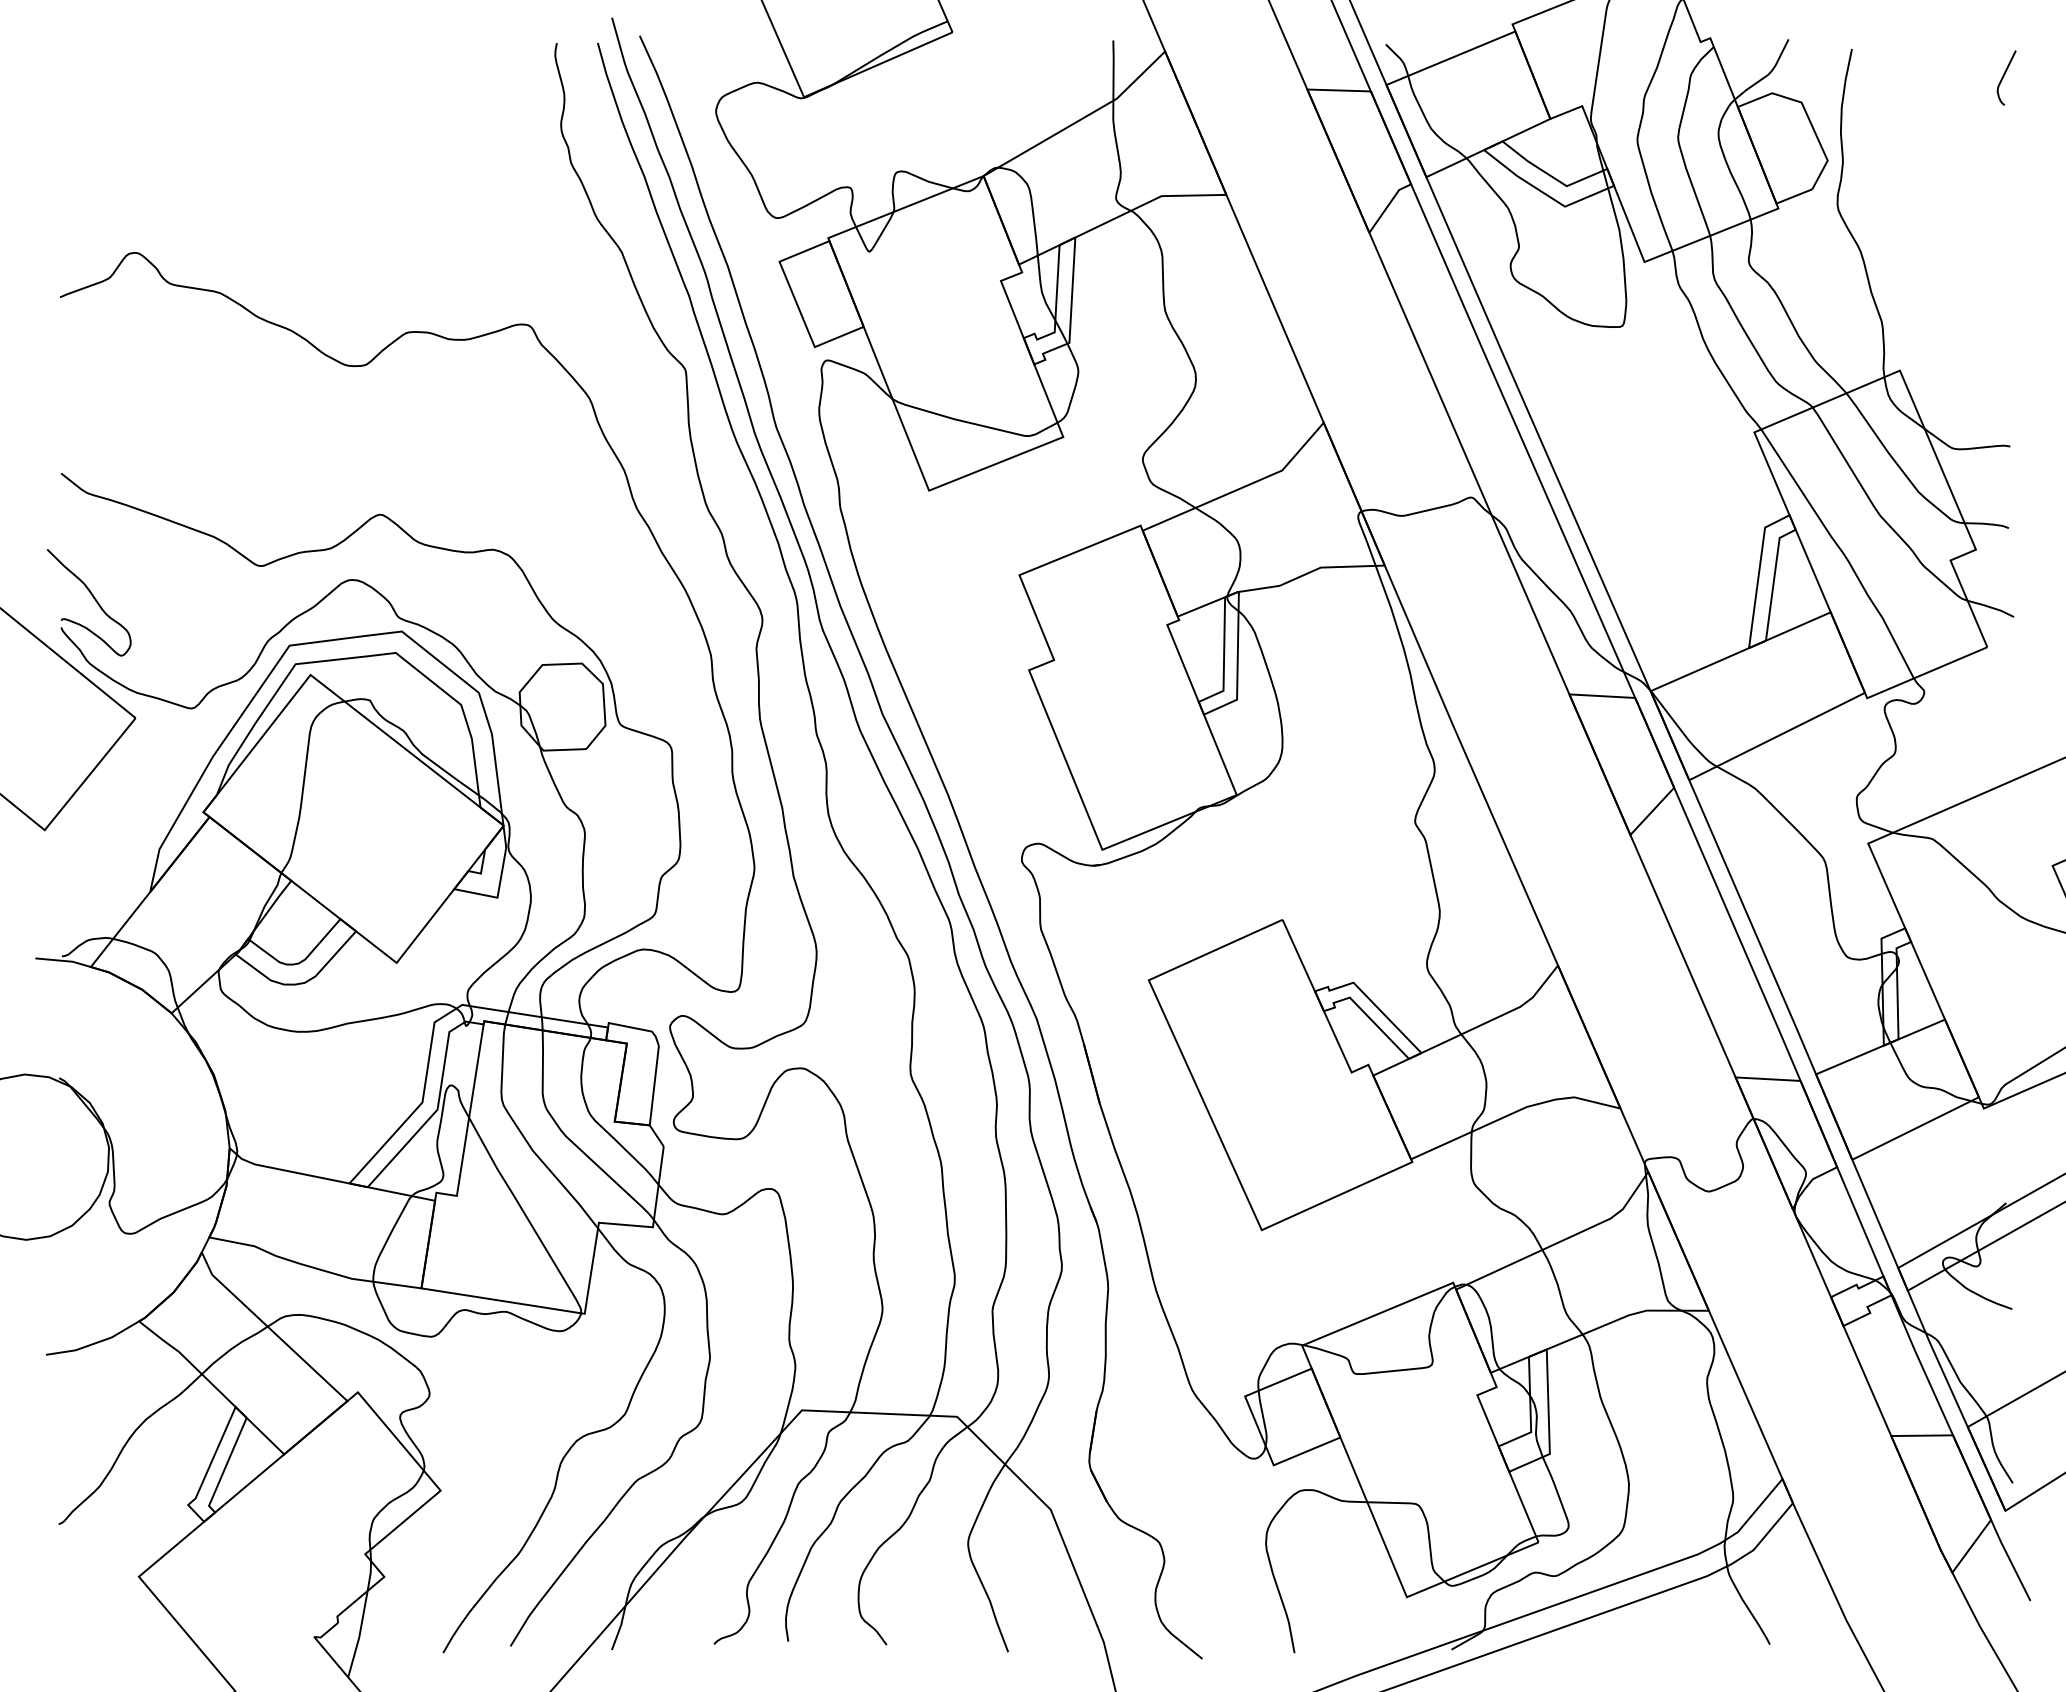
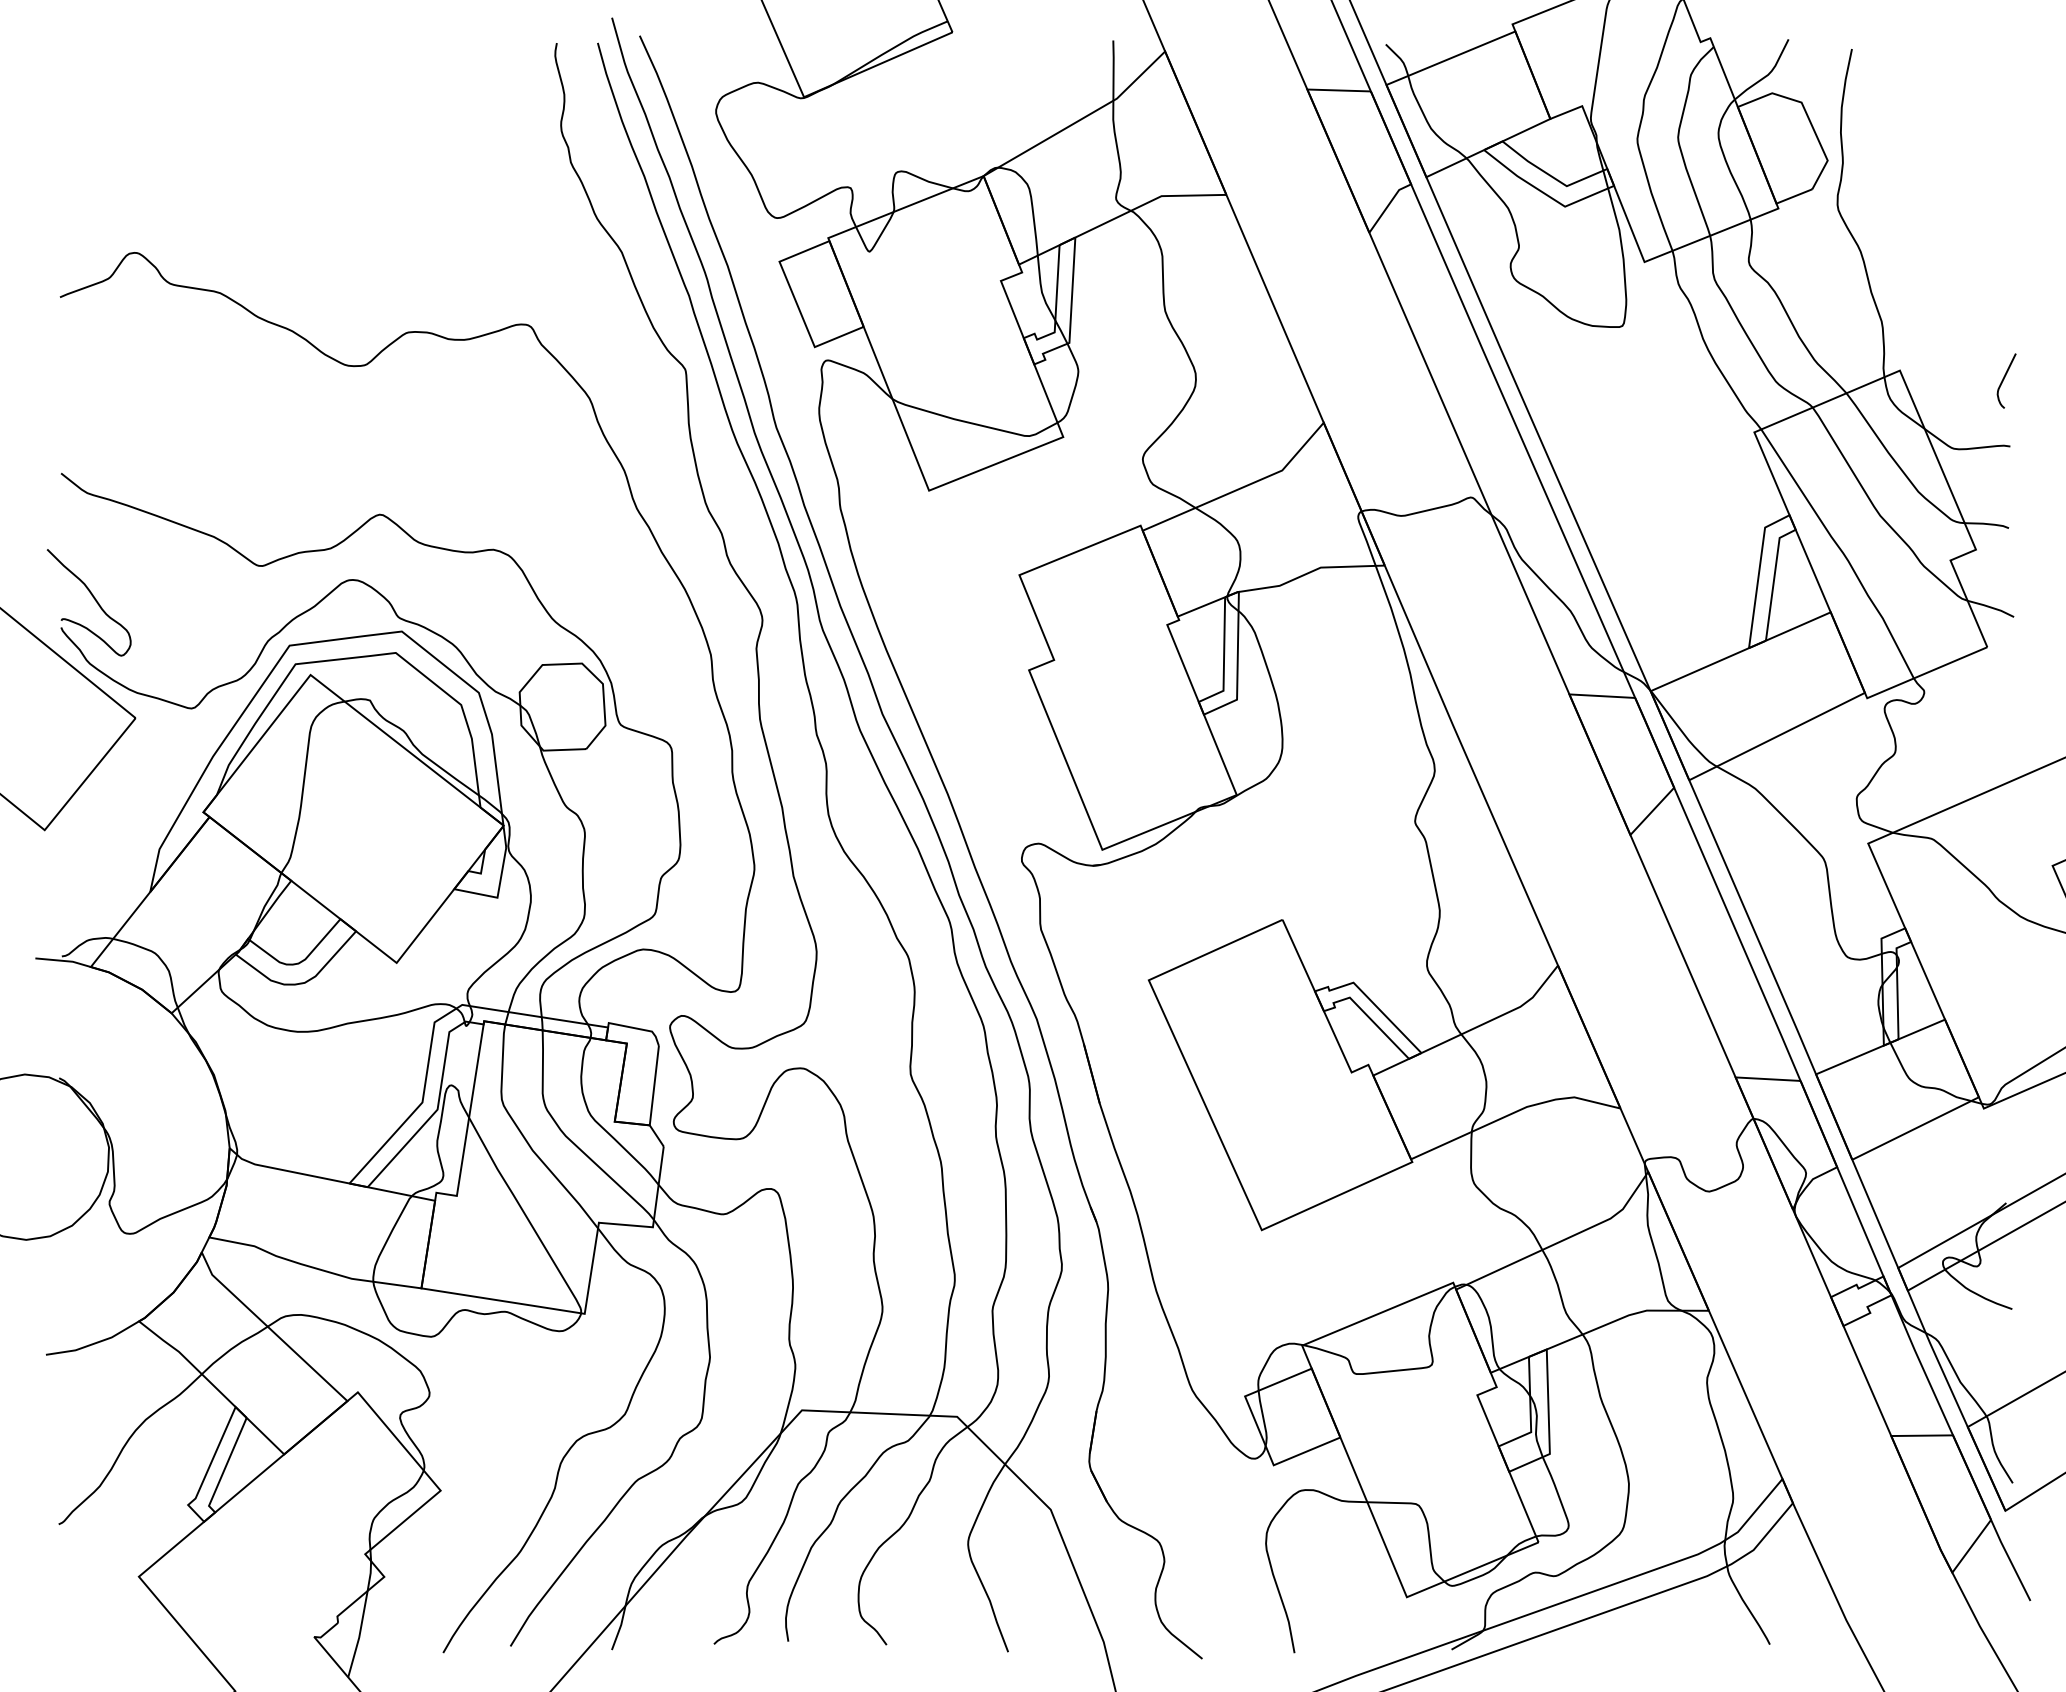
curve at (2004, 76) position: (2004, 76) -> (2004, 379)
